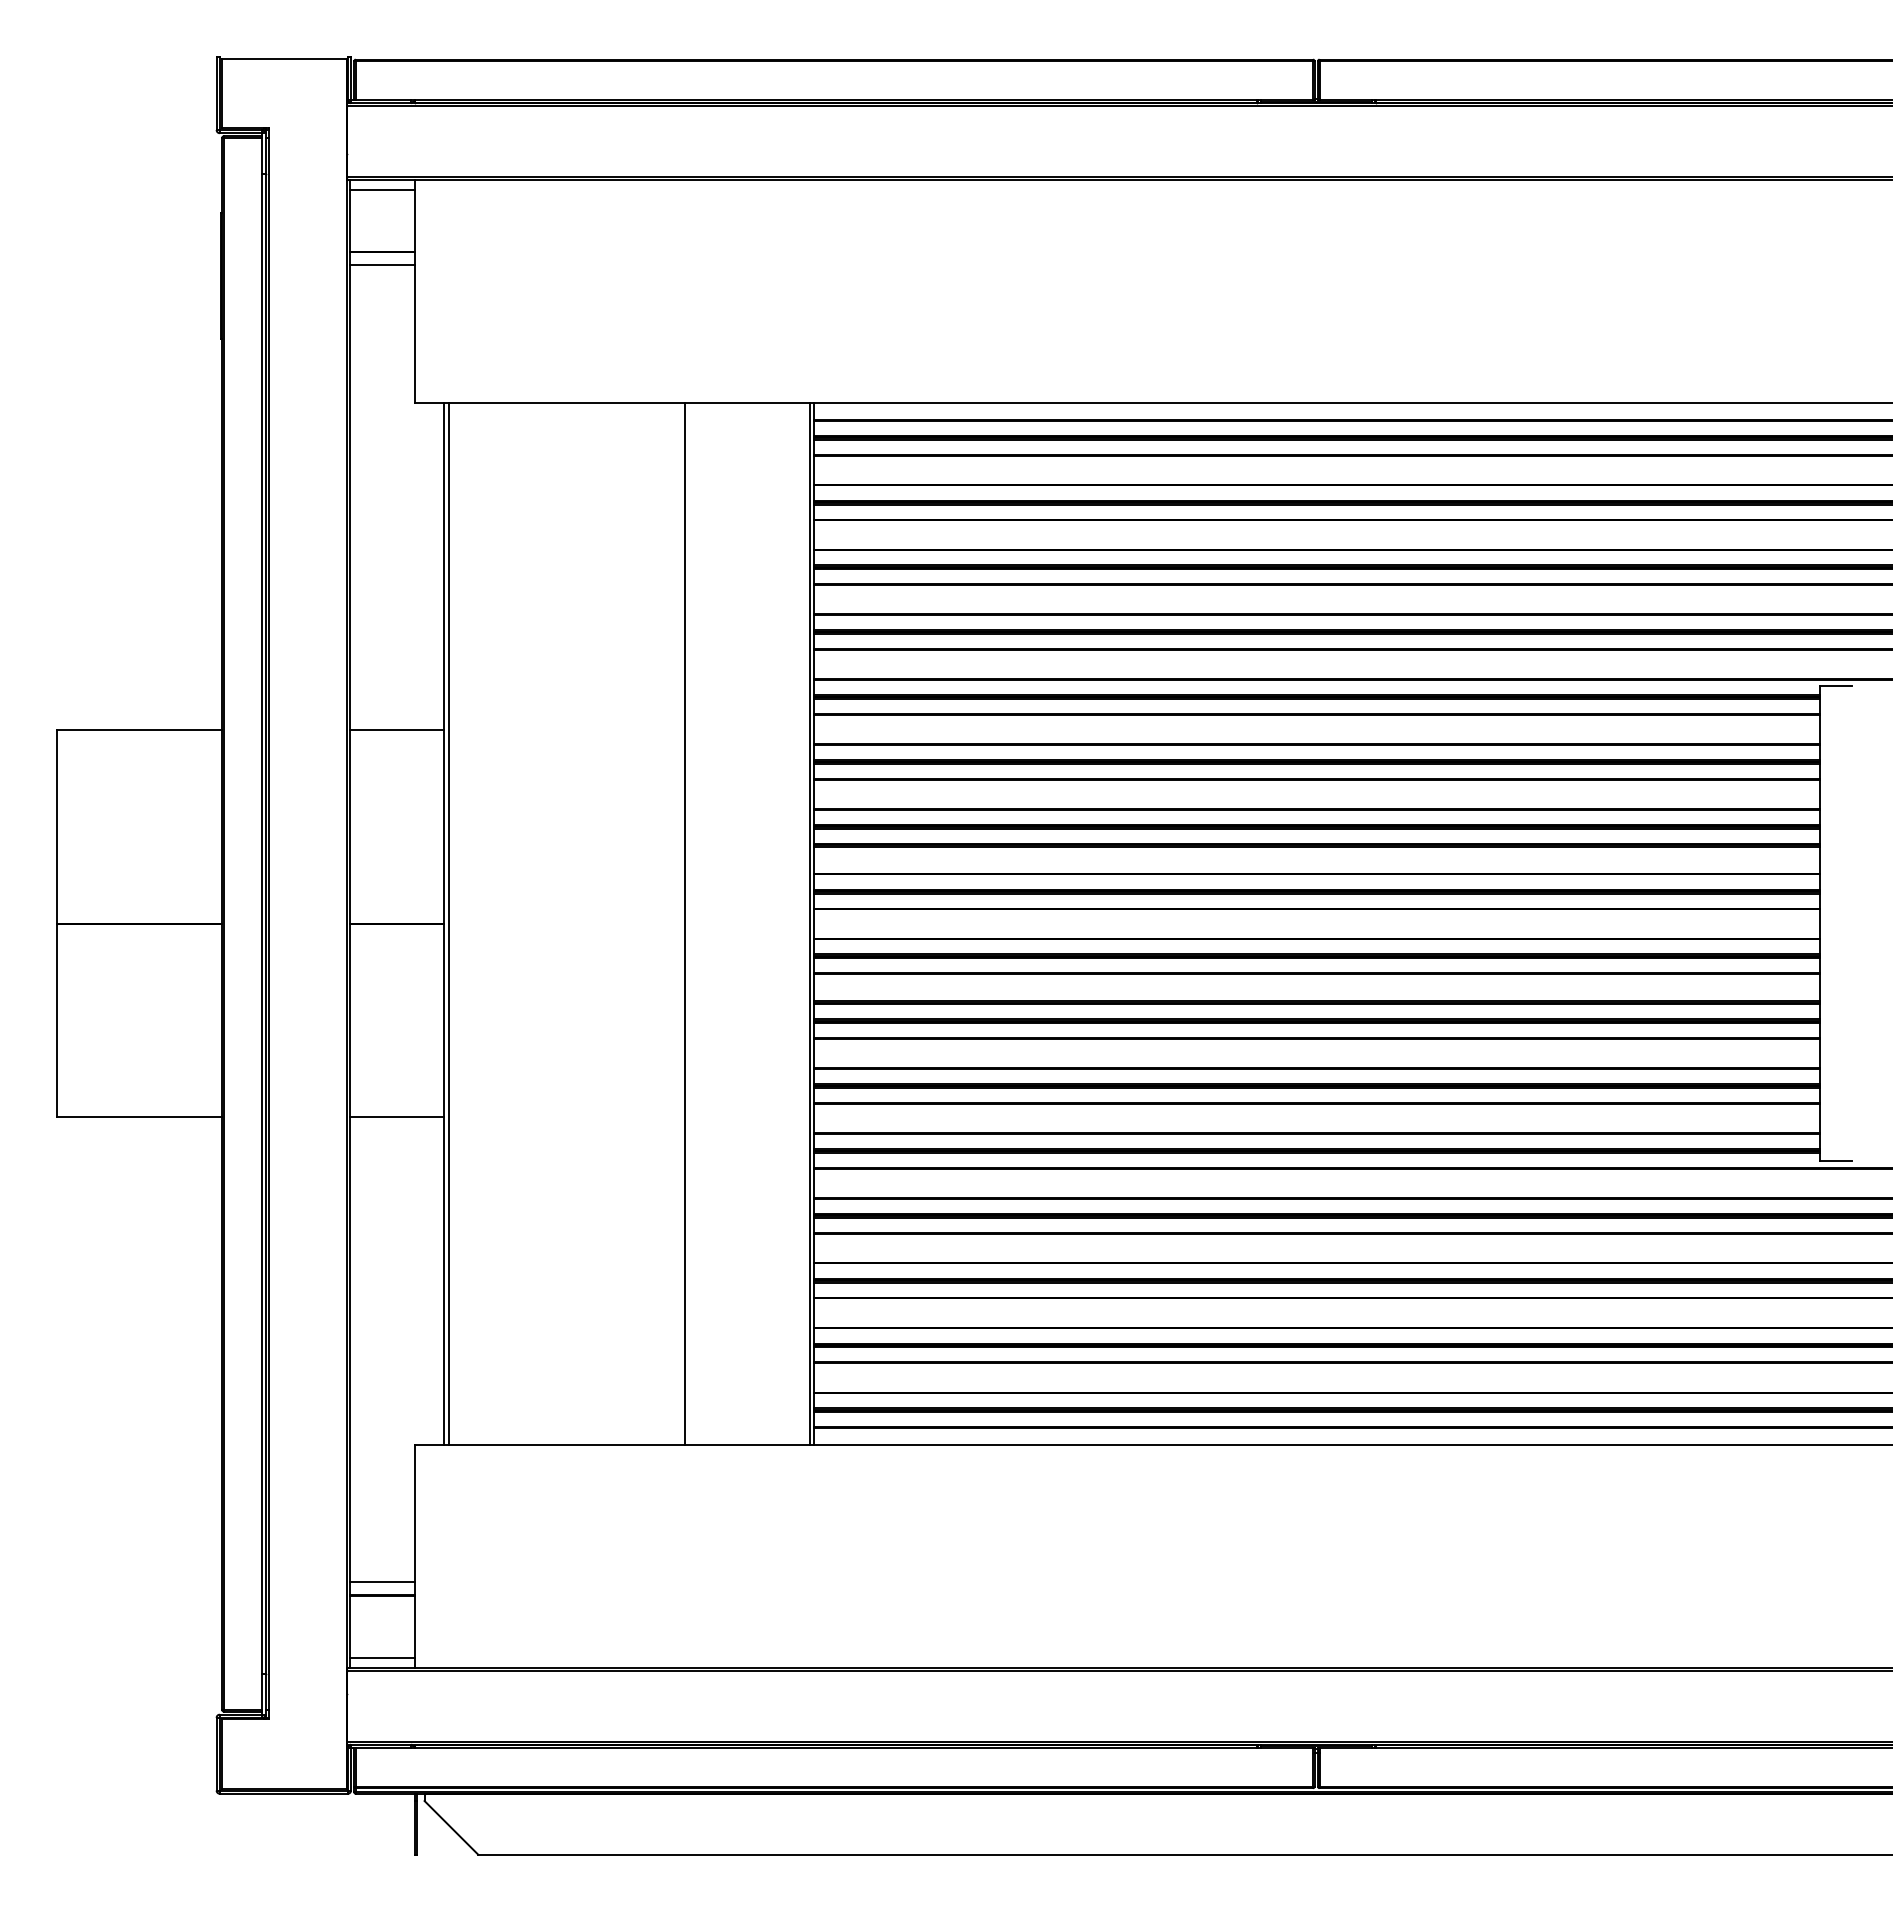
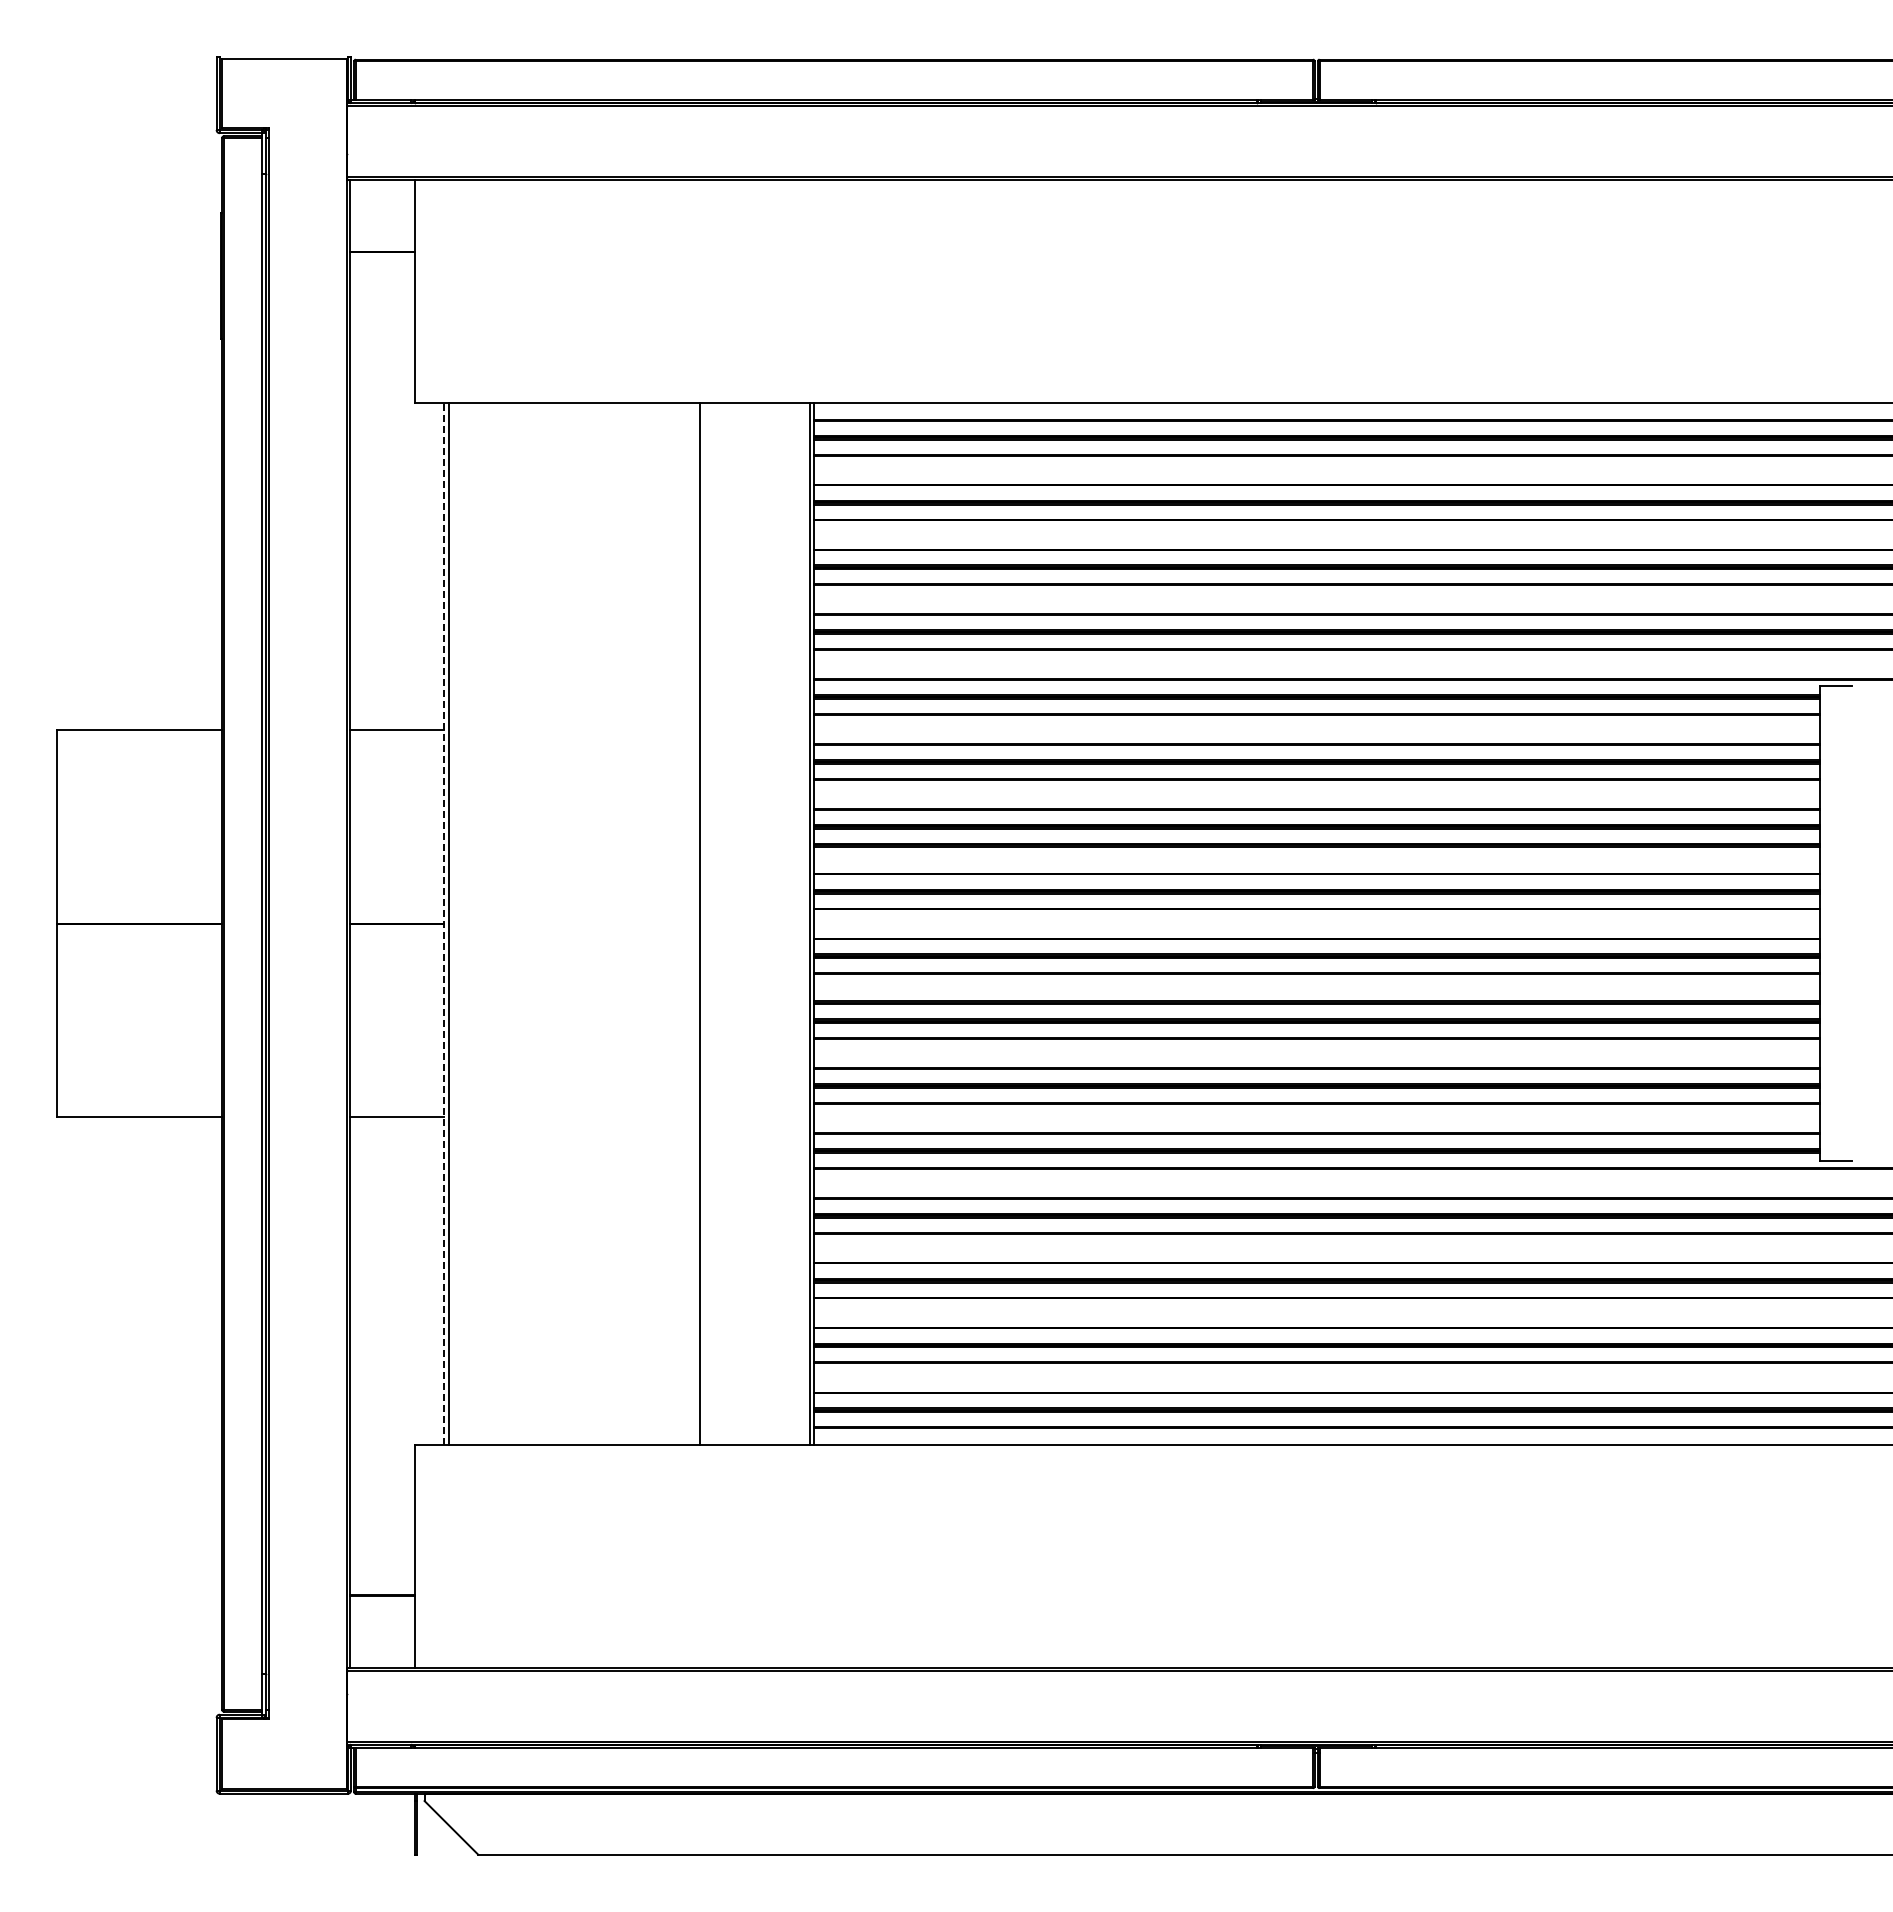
line at (382, 190): present -> none
line at (382, 264): present -> none
line at (684, 923) position: (684, 923) -> (699, 923)
line at (444, 924): solid -> dashed
line at (382, 1582): present -> none
line at (382, 1657): present -> none
